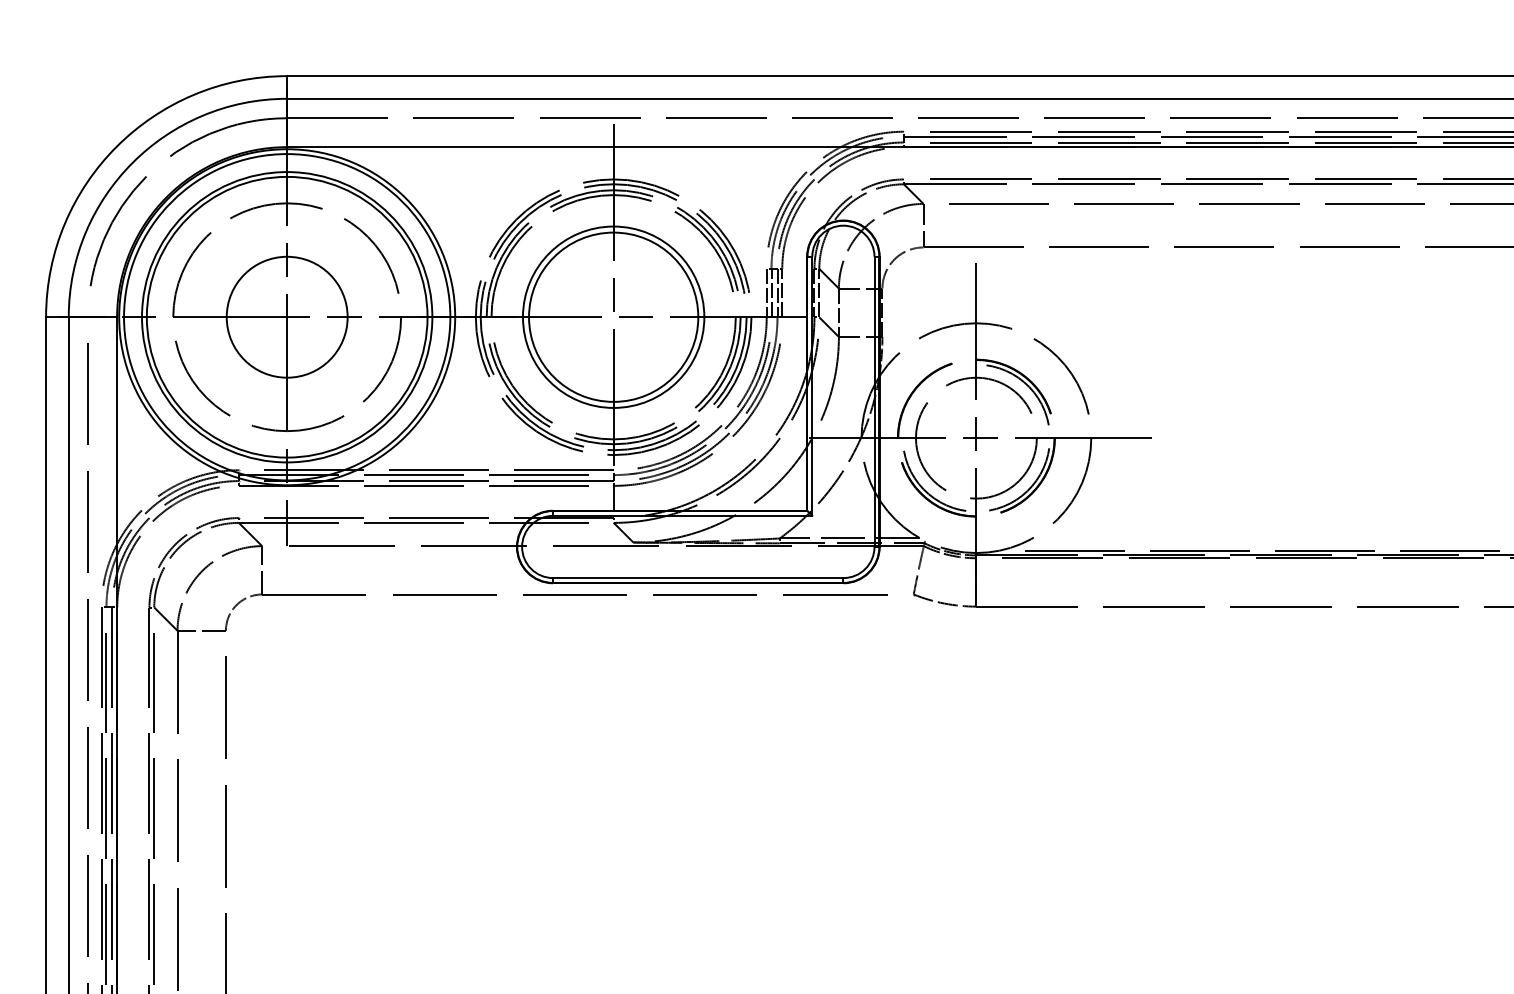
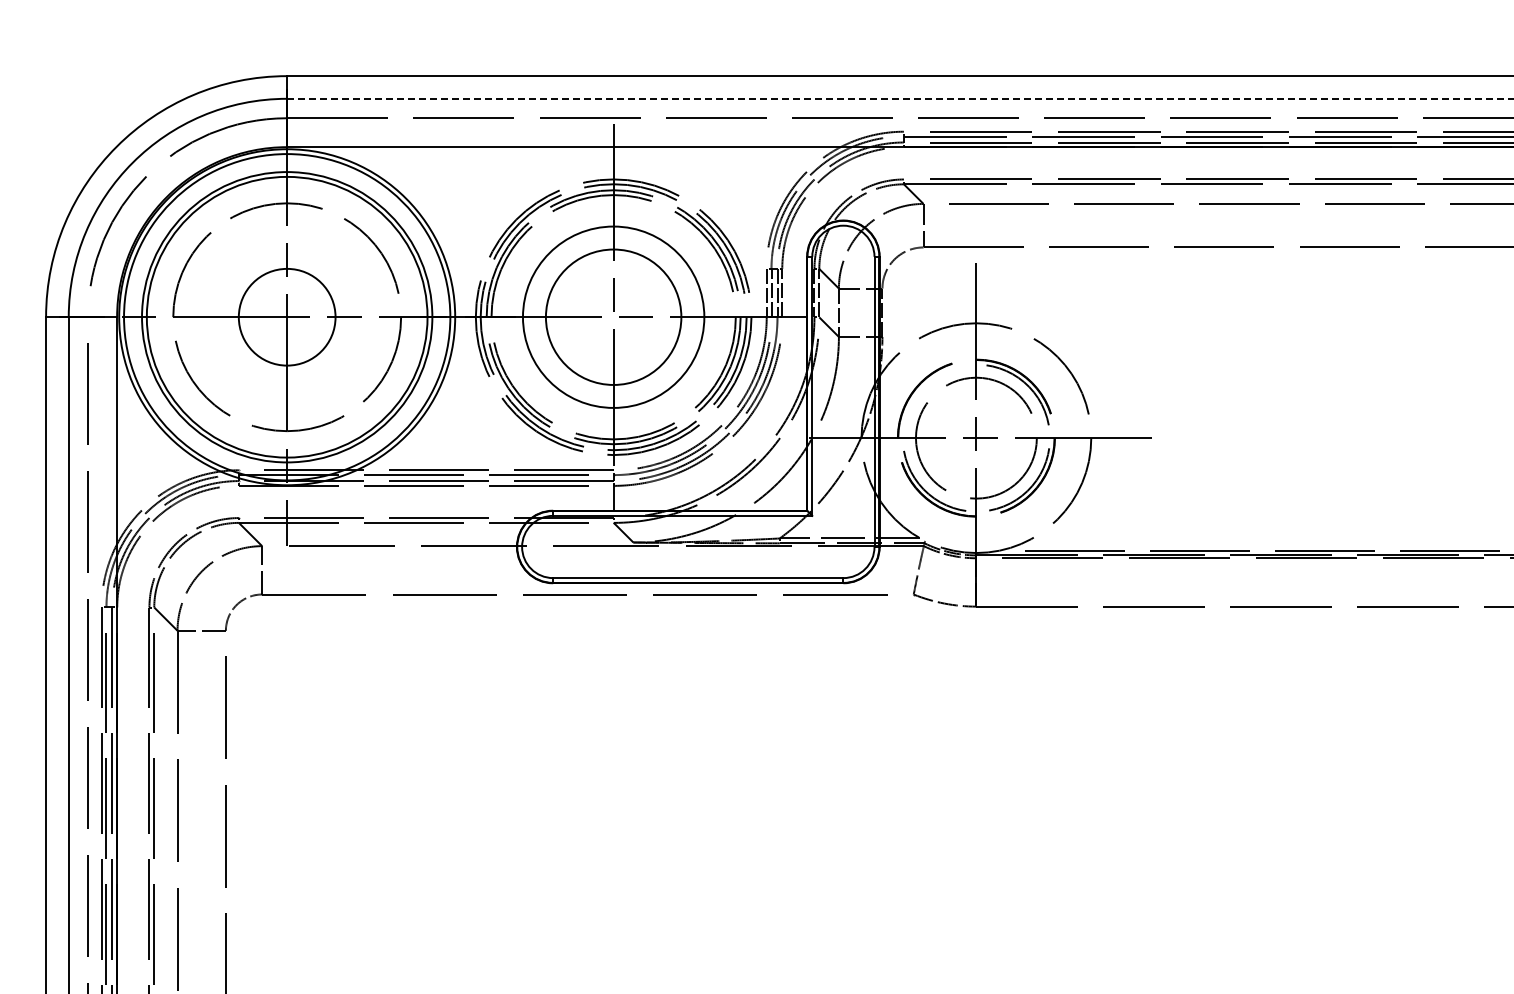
line at (900, 98): solid -> dashed
circle at (286, 316) diameter: 121 px -> 97 px
circle at (613, 316) diameter: 169 px -> 135 px
